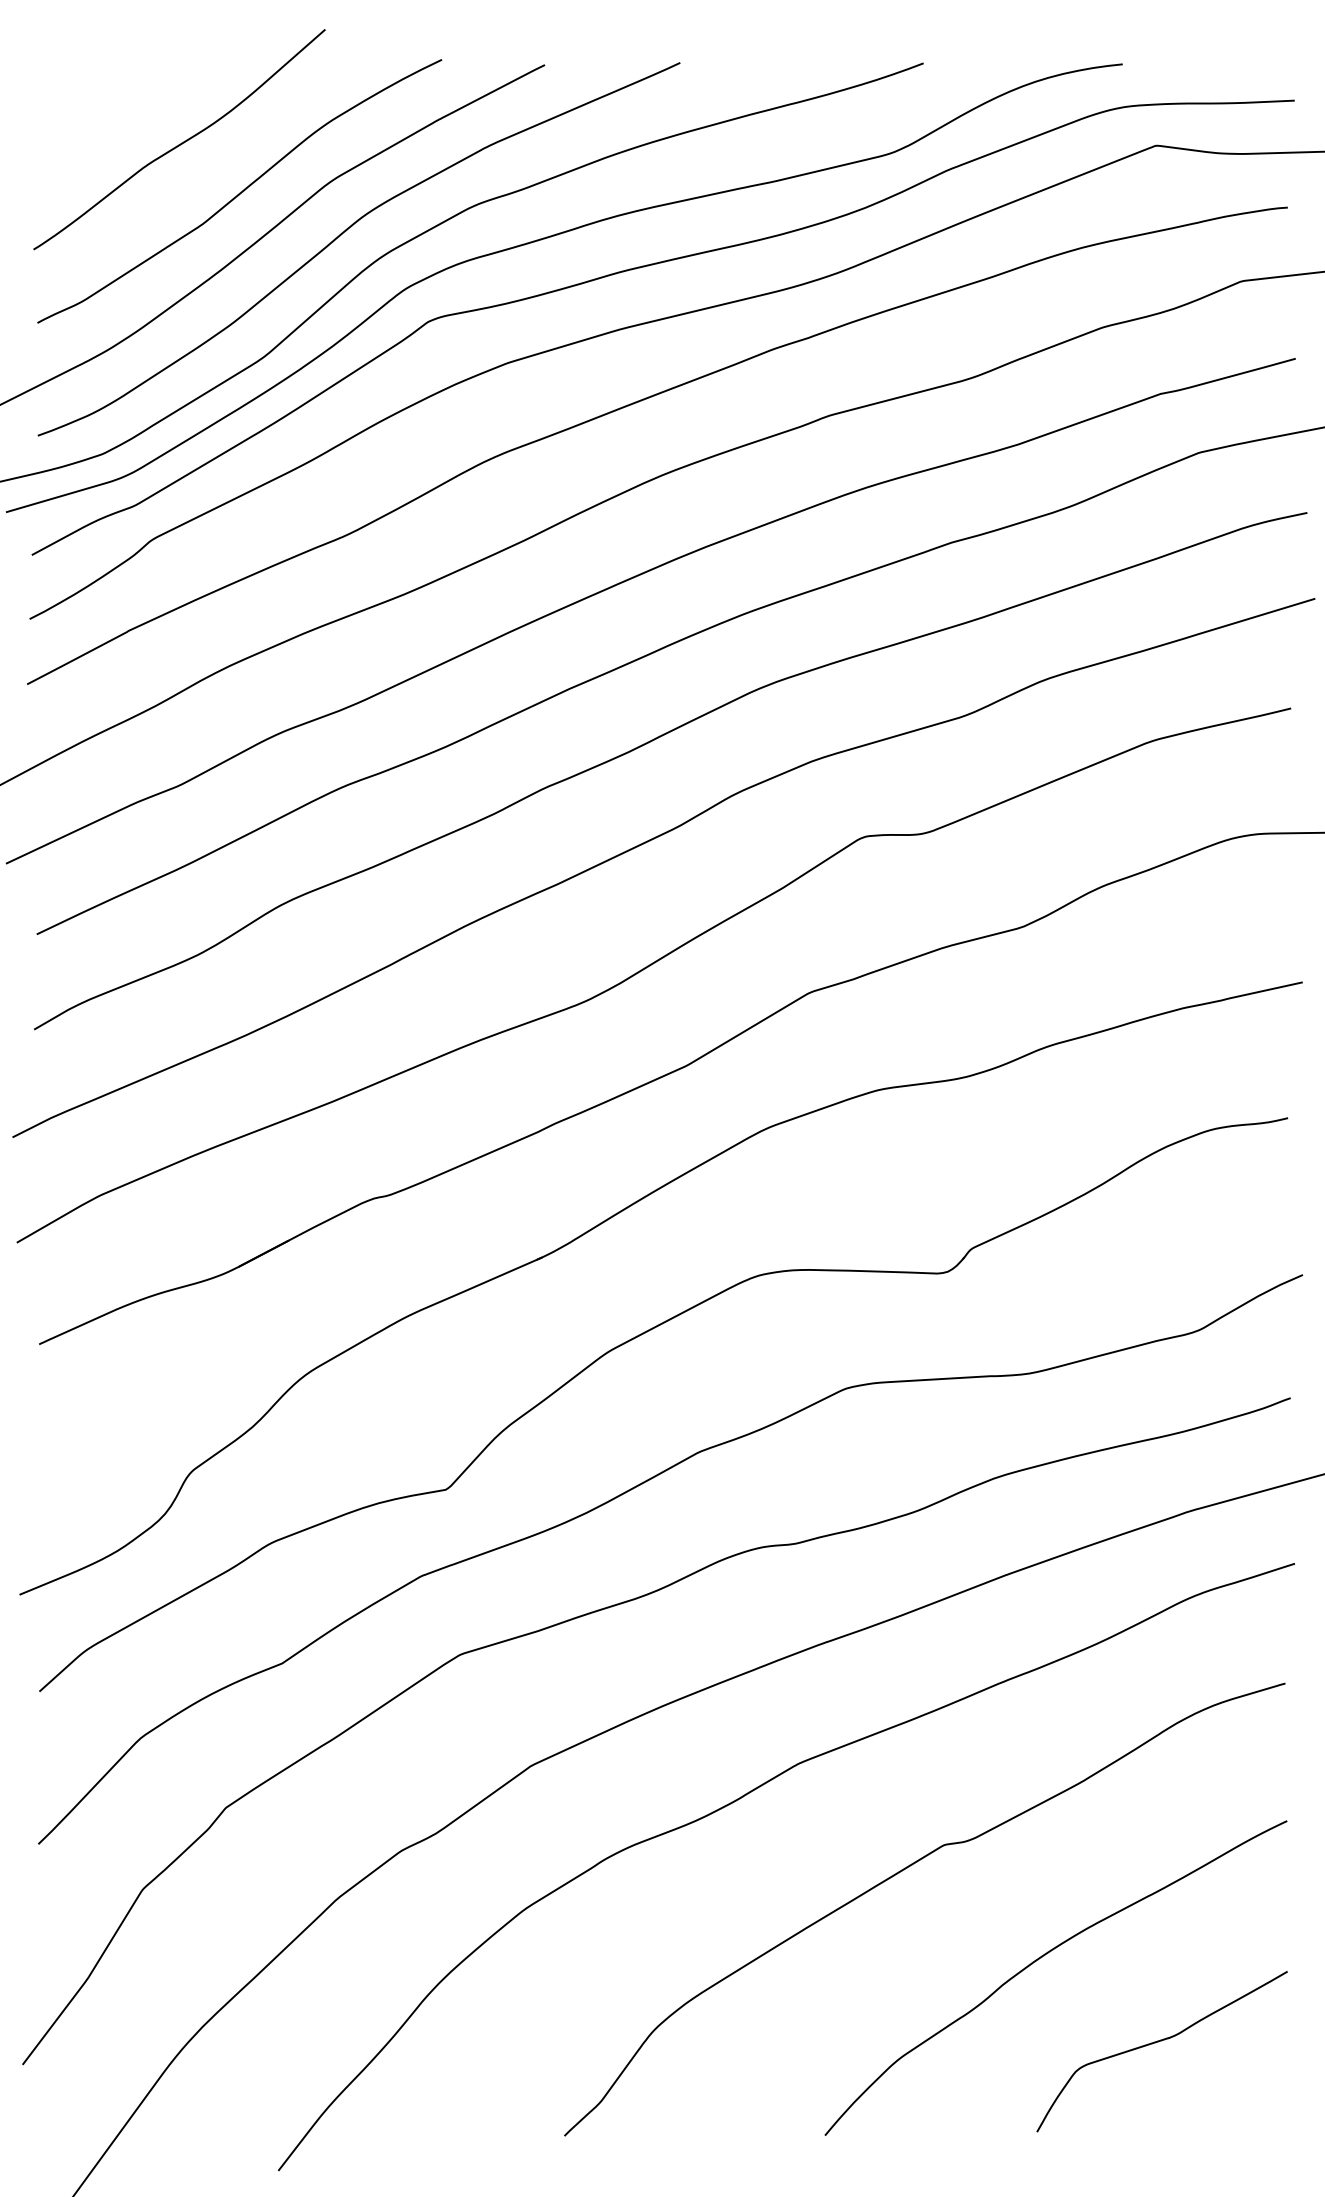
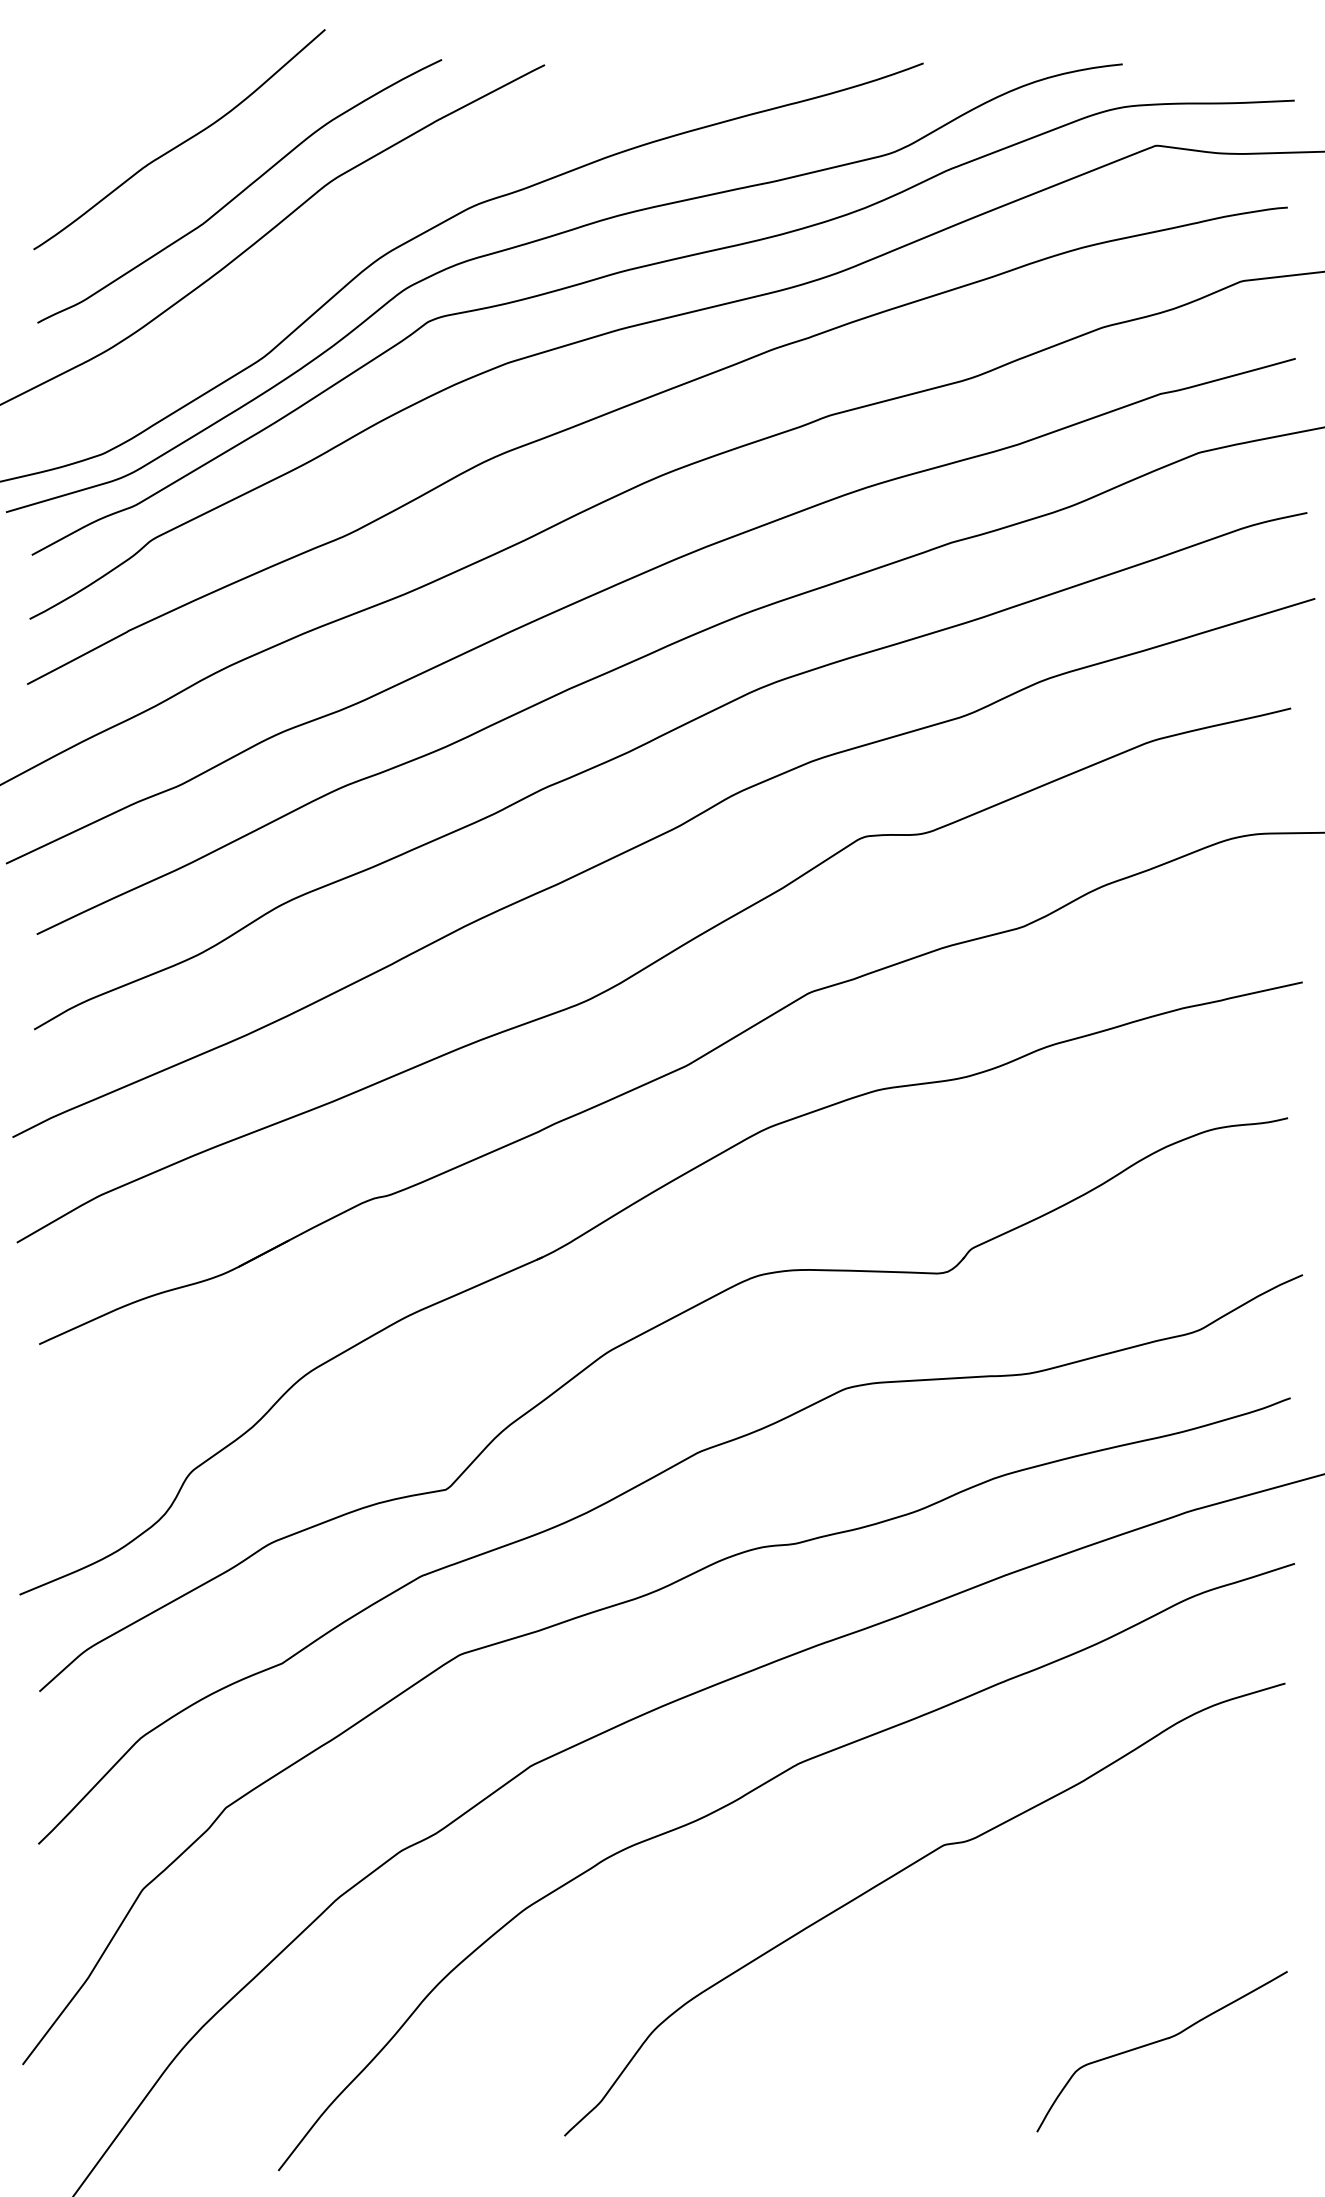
curve at (346, 231): present -> none
curve at (1041, 1958): present -> none
